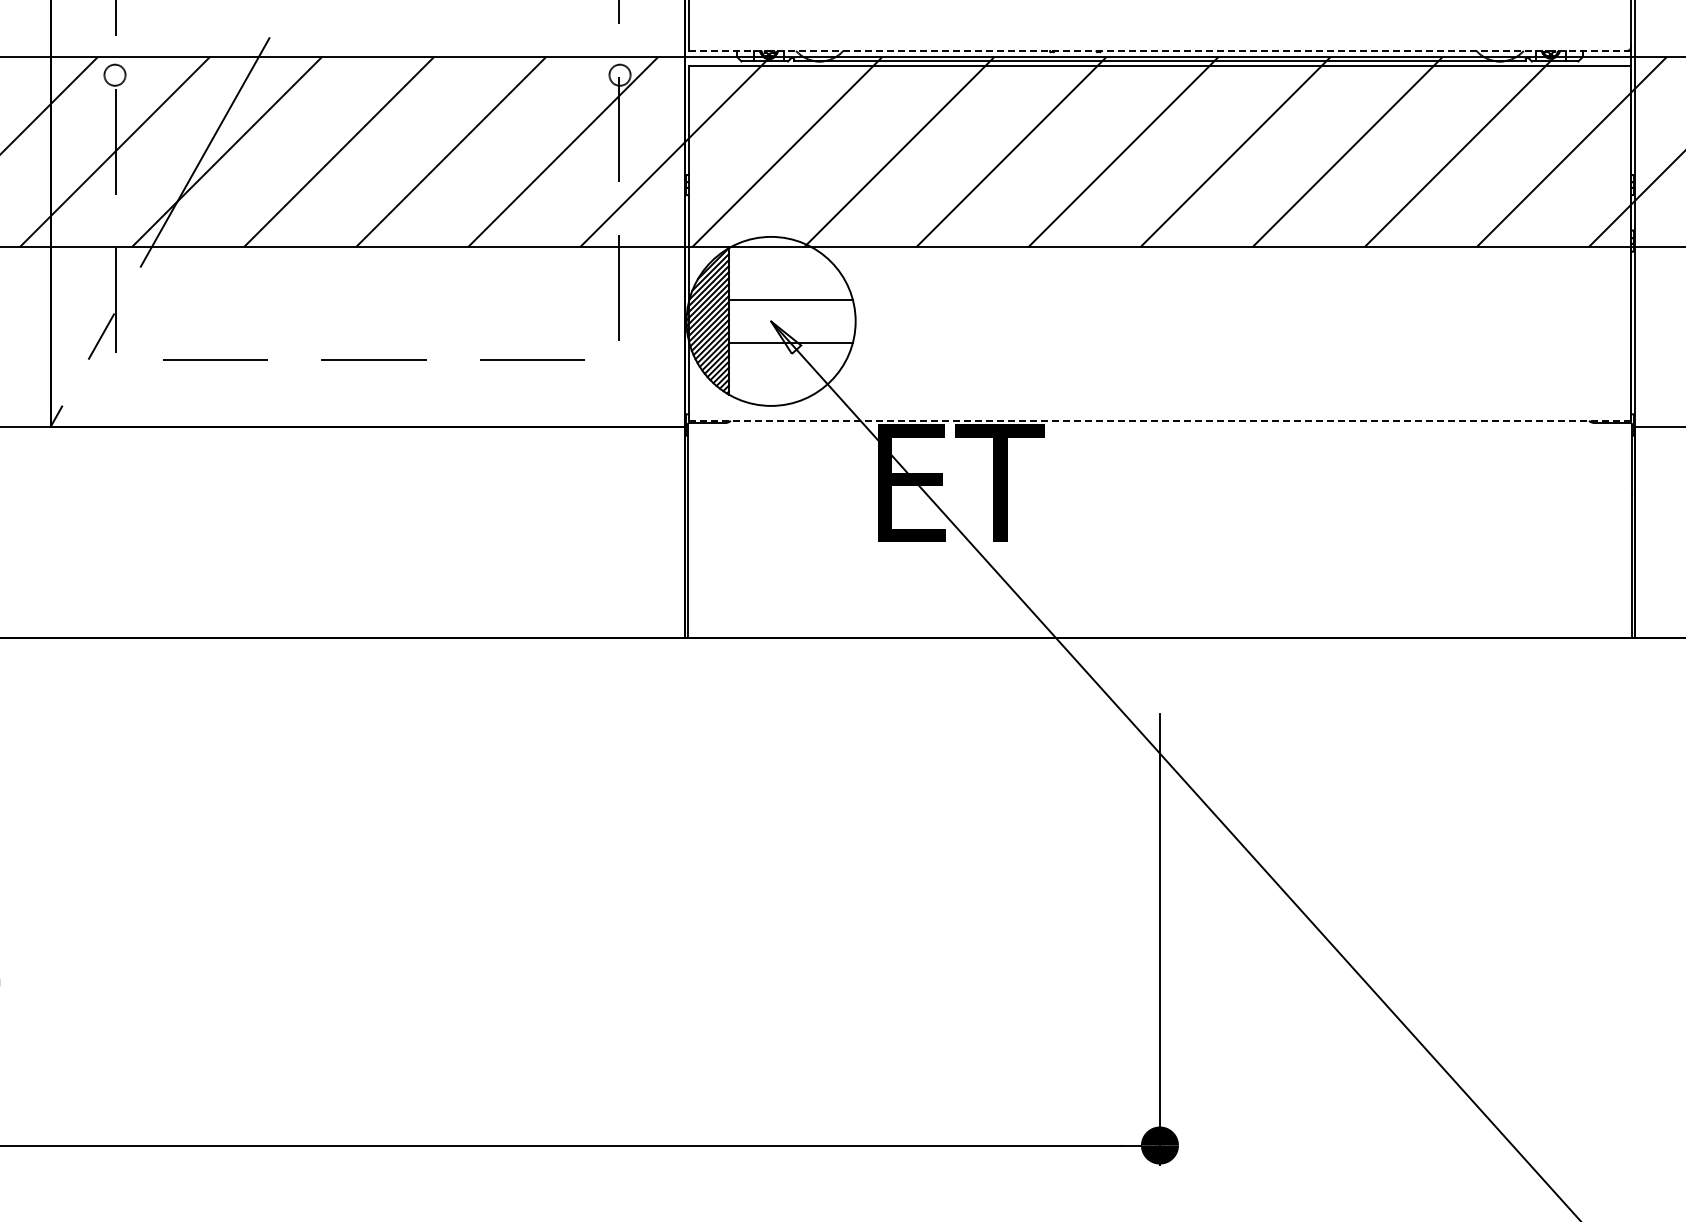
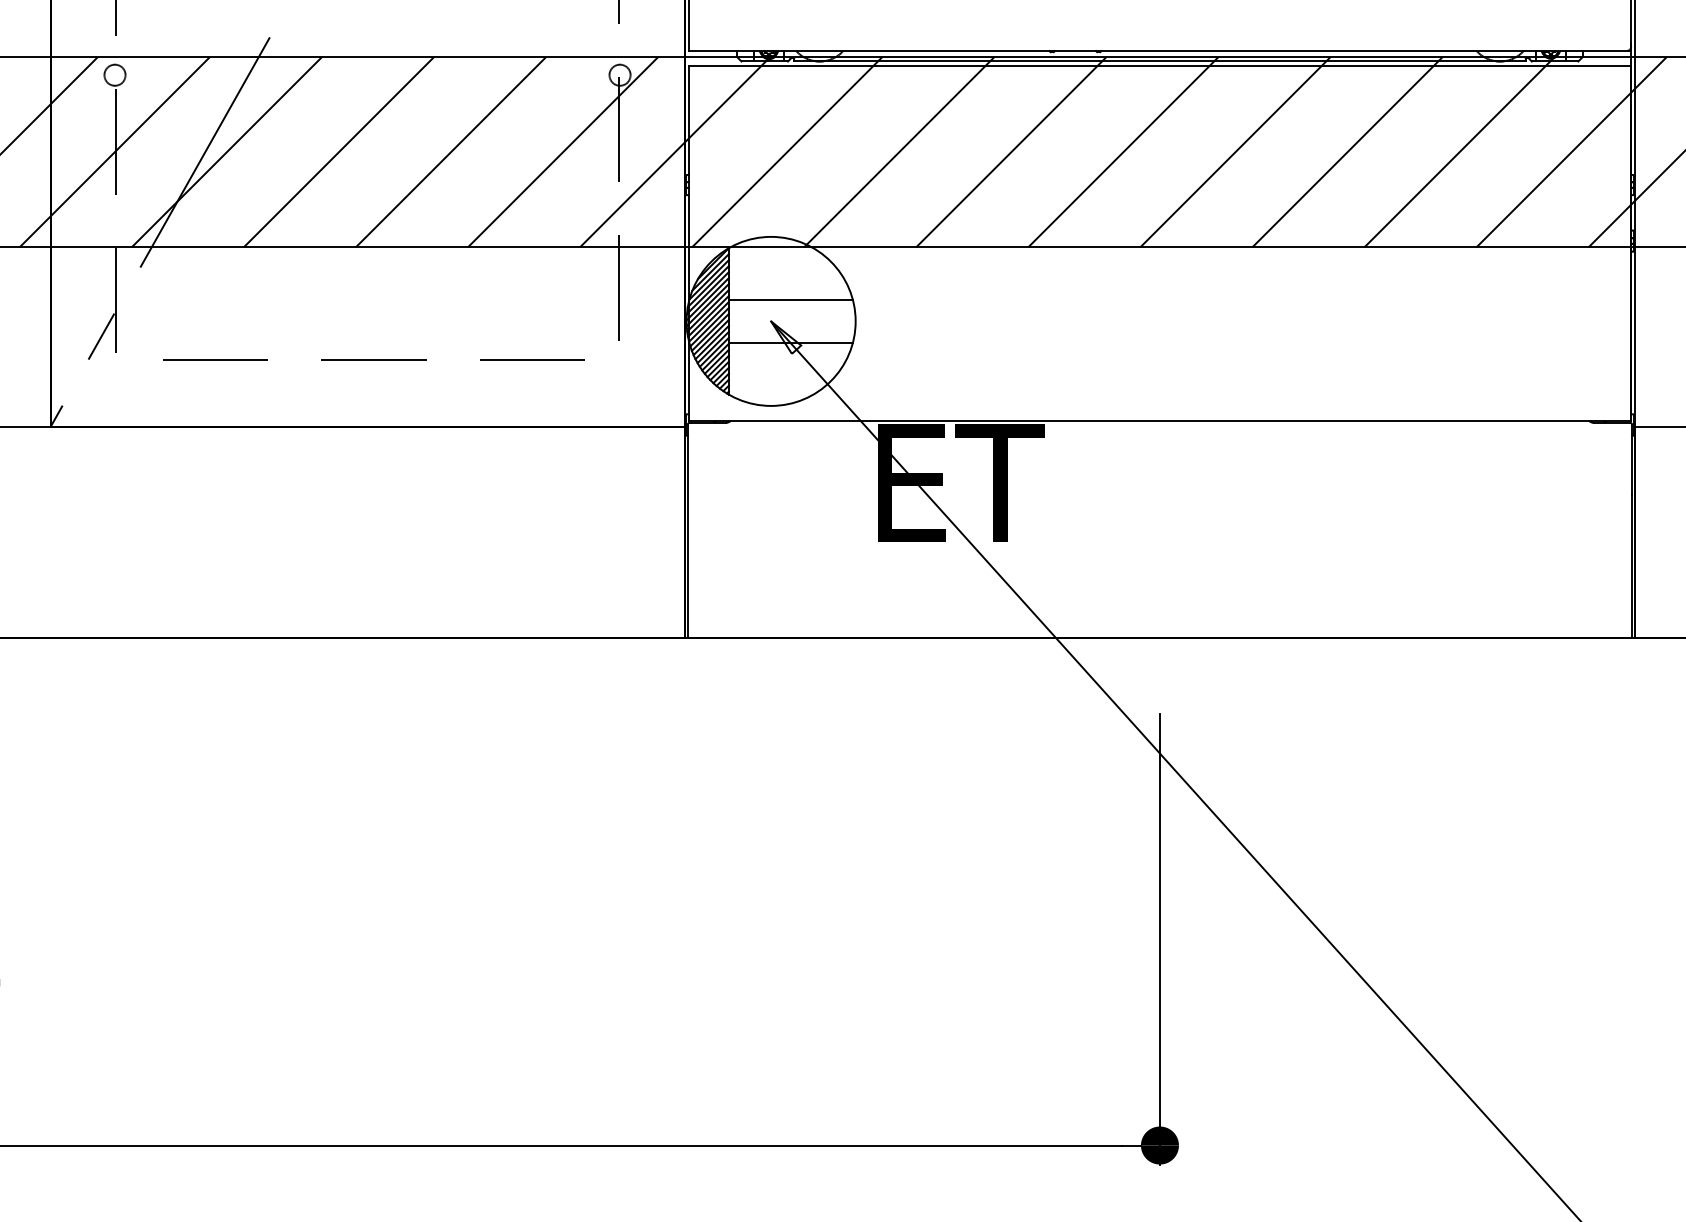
line at (1160, 50): dashed -> solid
line at (1160, 420): dashed -> solid
